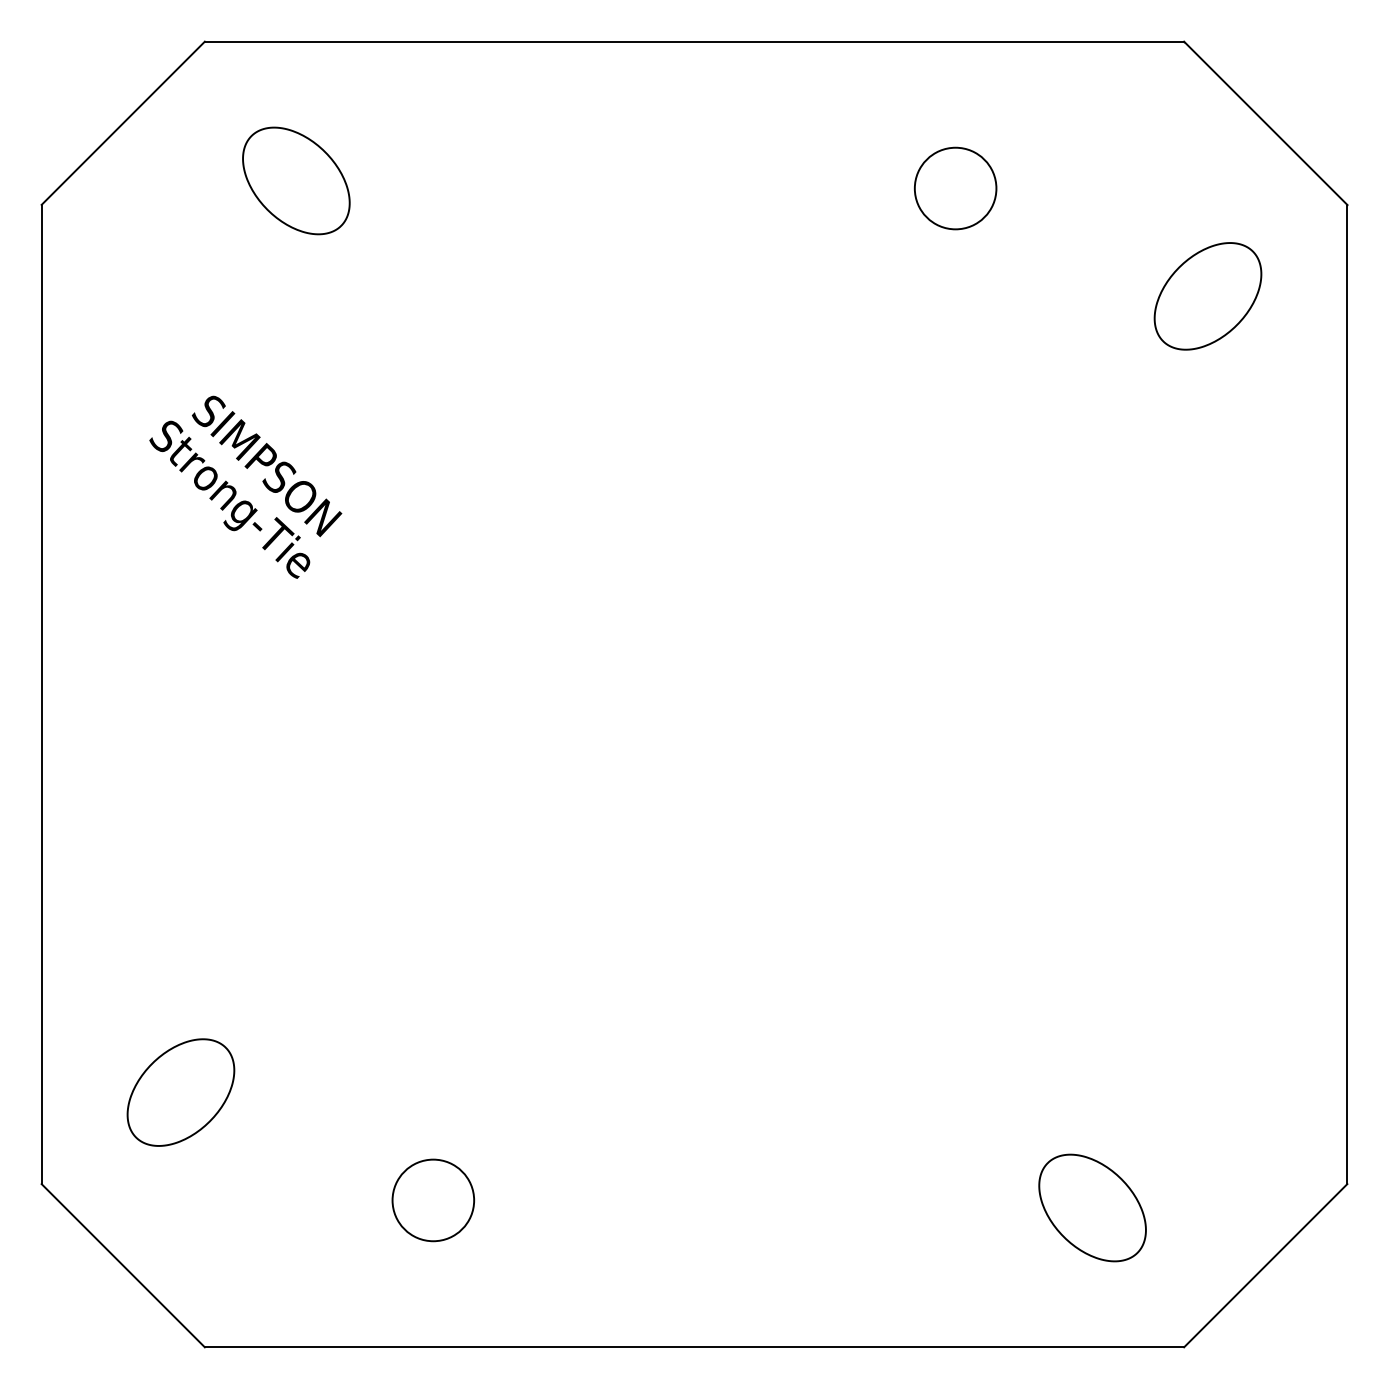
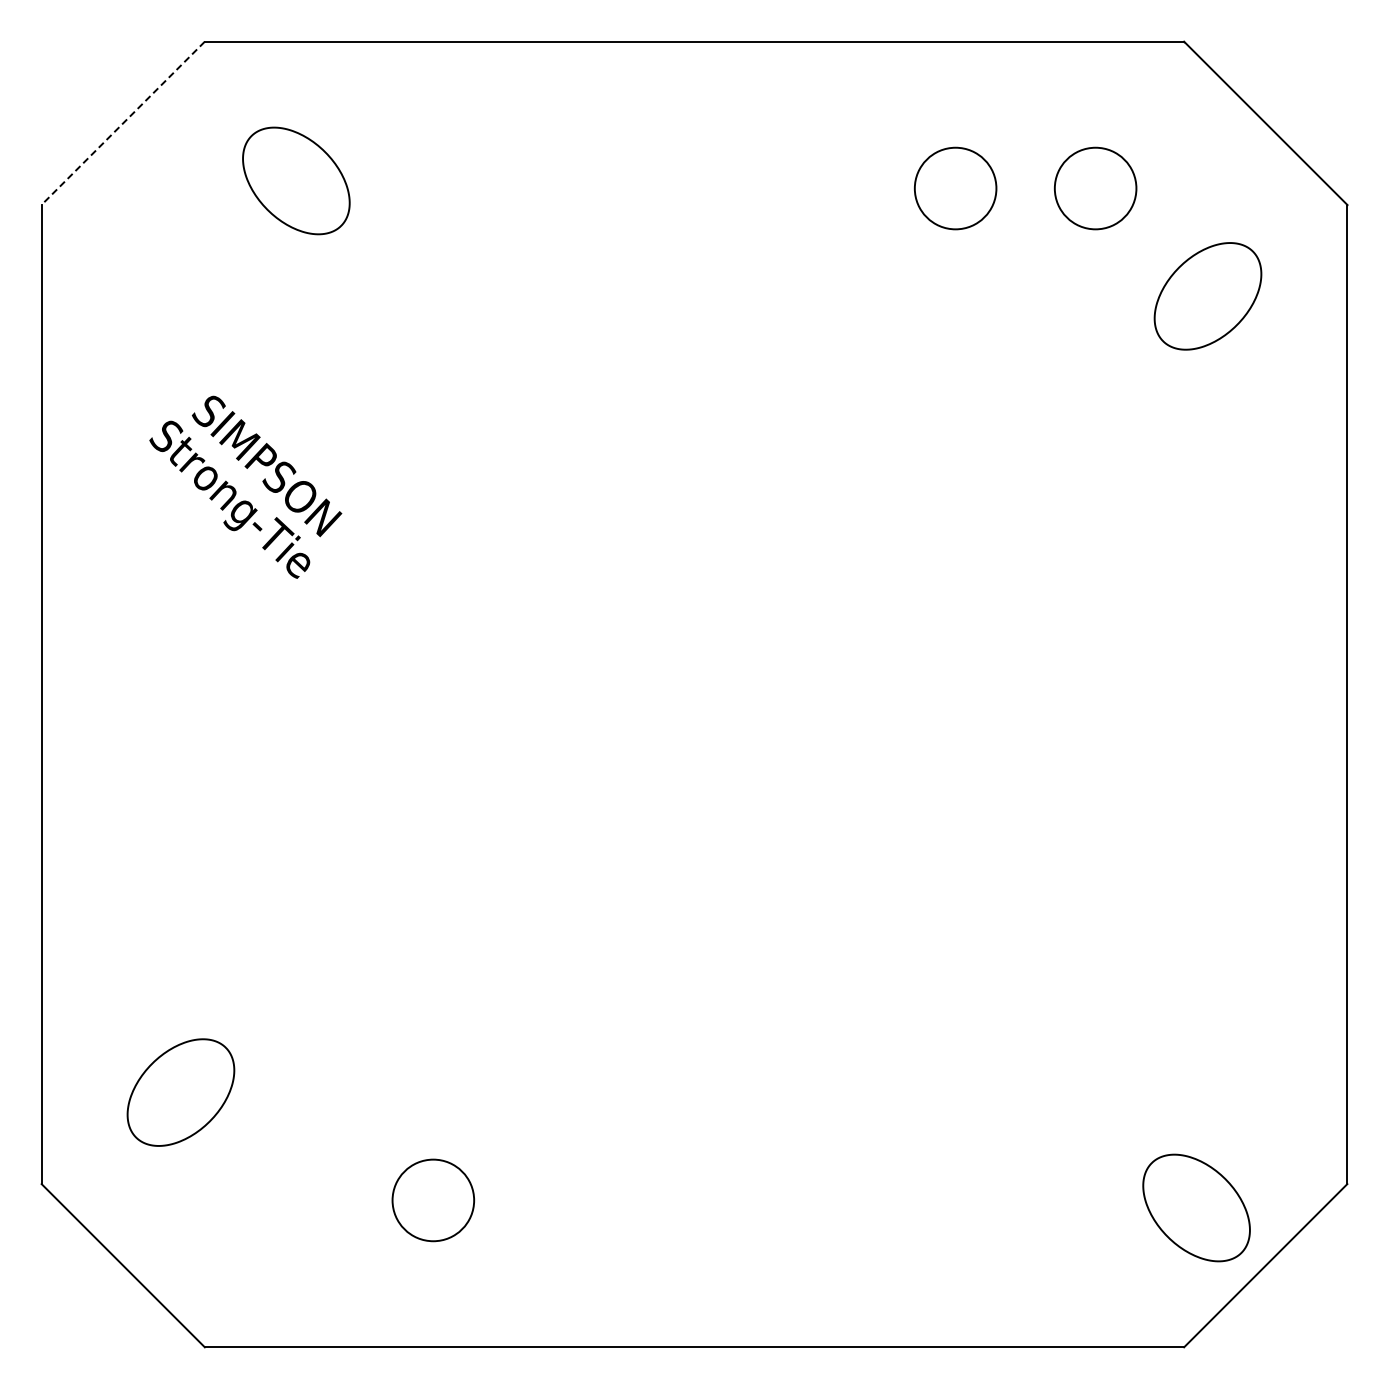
line at (122, 123): solid -> dashed
circle at (1095, 188): none -> present
part at (1092, 1207) position: (1092, 1207) -> (1196, 1207)
